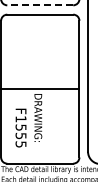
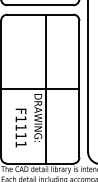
line at (40, 5): dashed -> solid
line at (46, 88): none -> present
text at (20, 135): F1555 -> F1111
